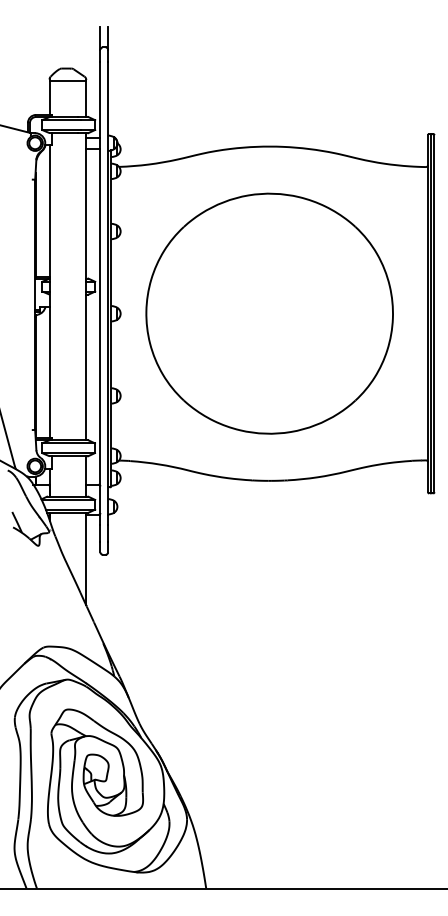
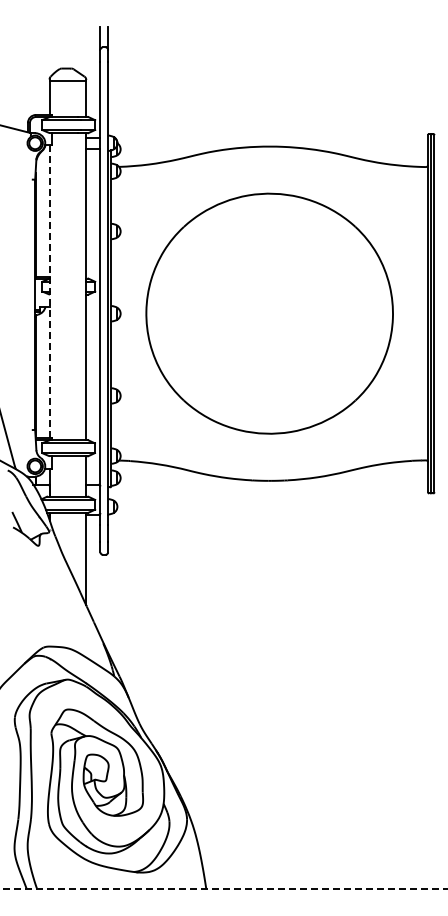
line at (49, 292): solid -> dashed
line at (223, 888): solid -> dashed
